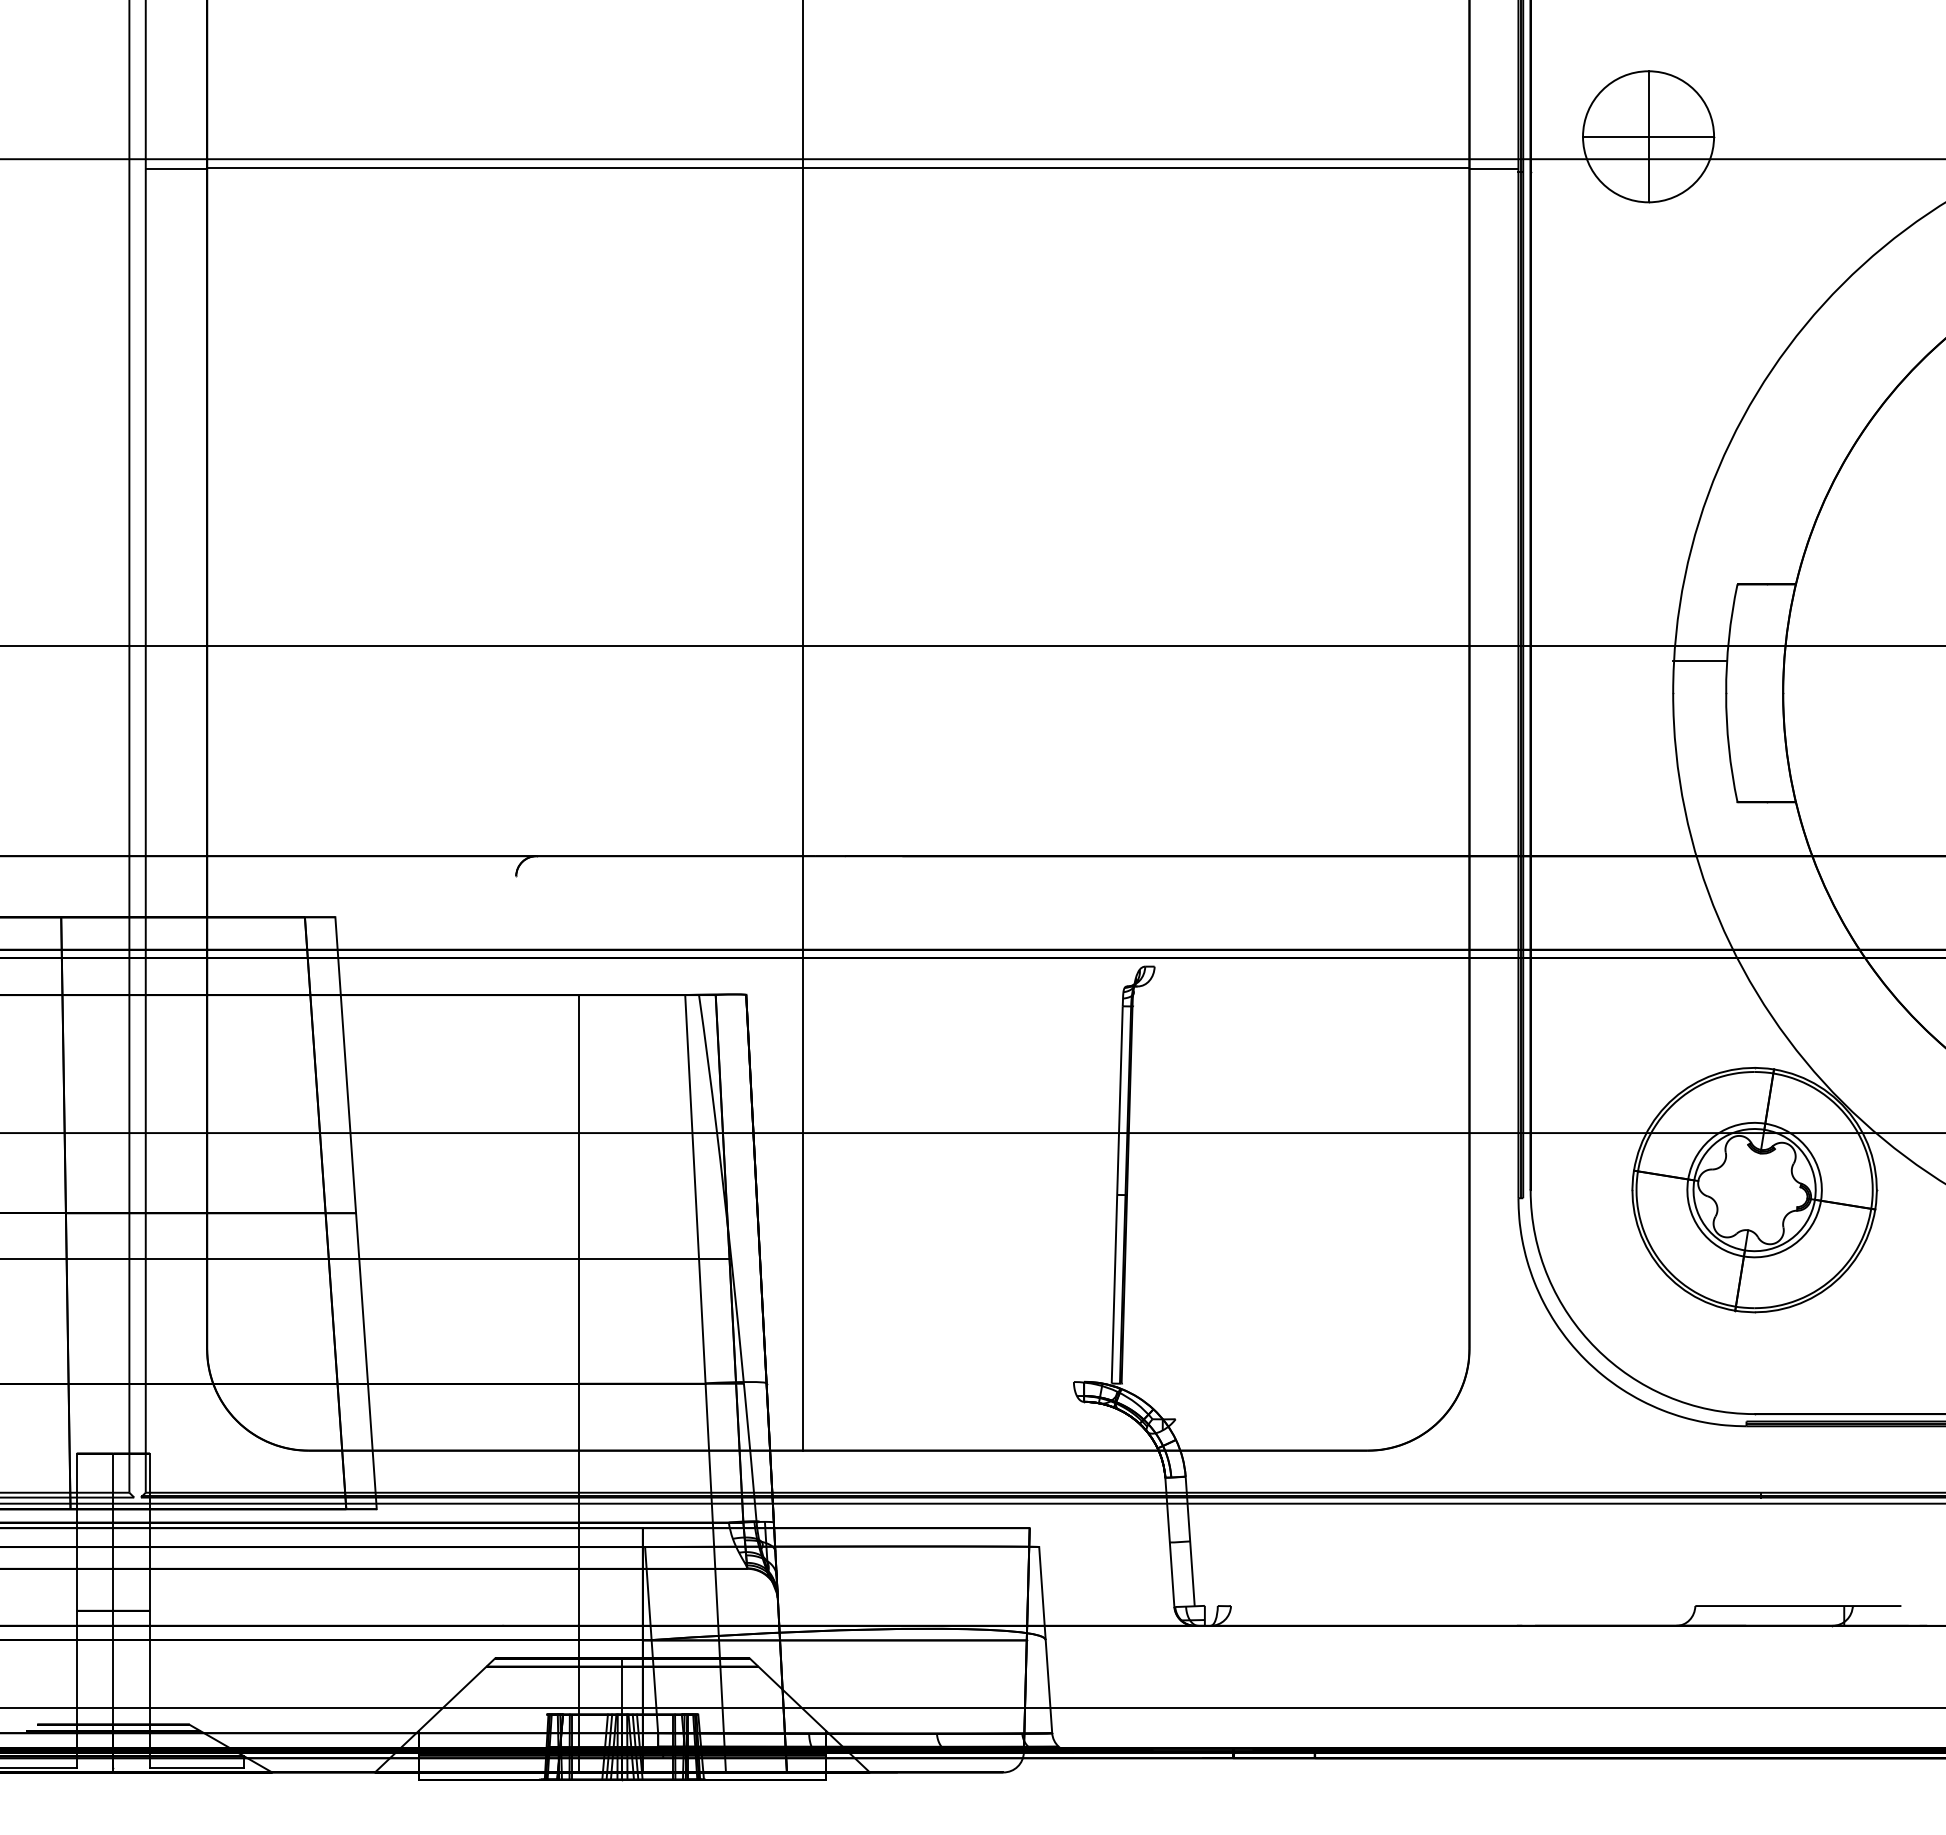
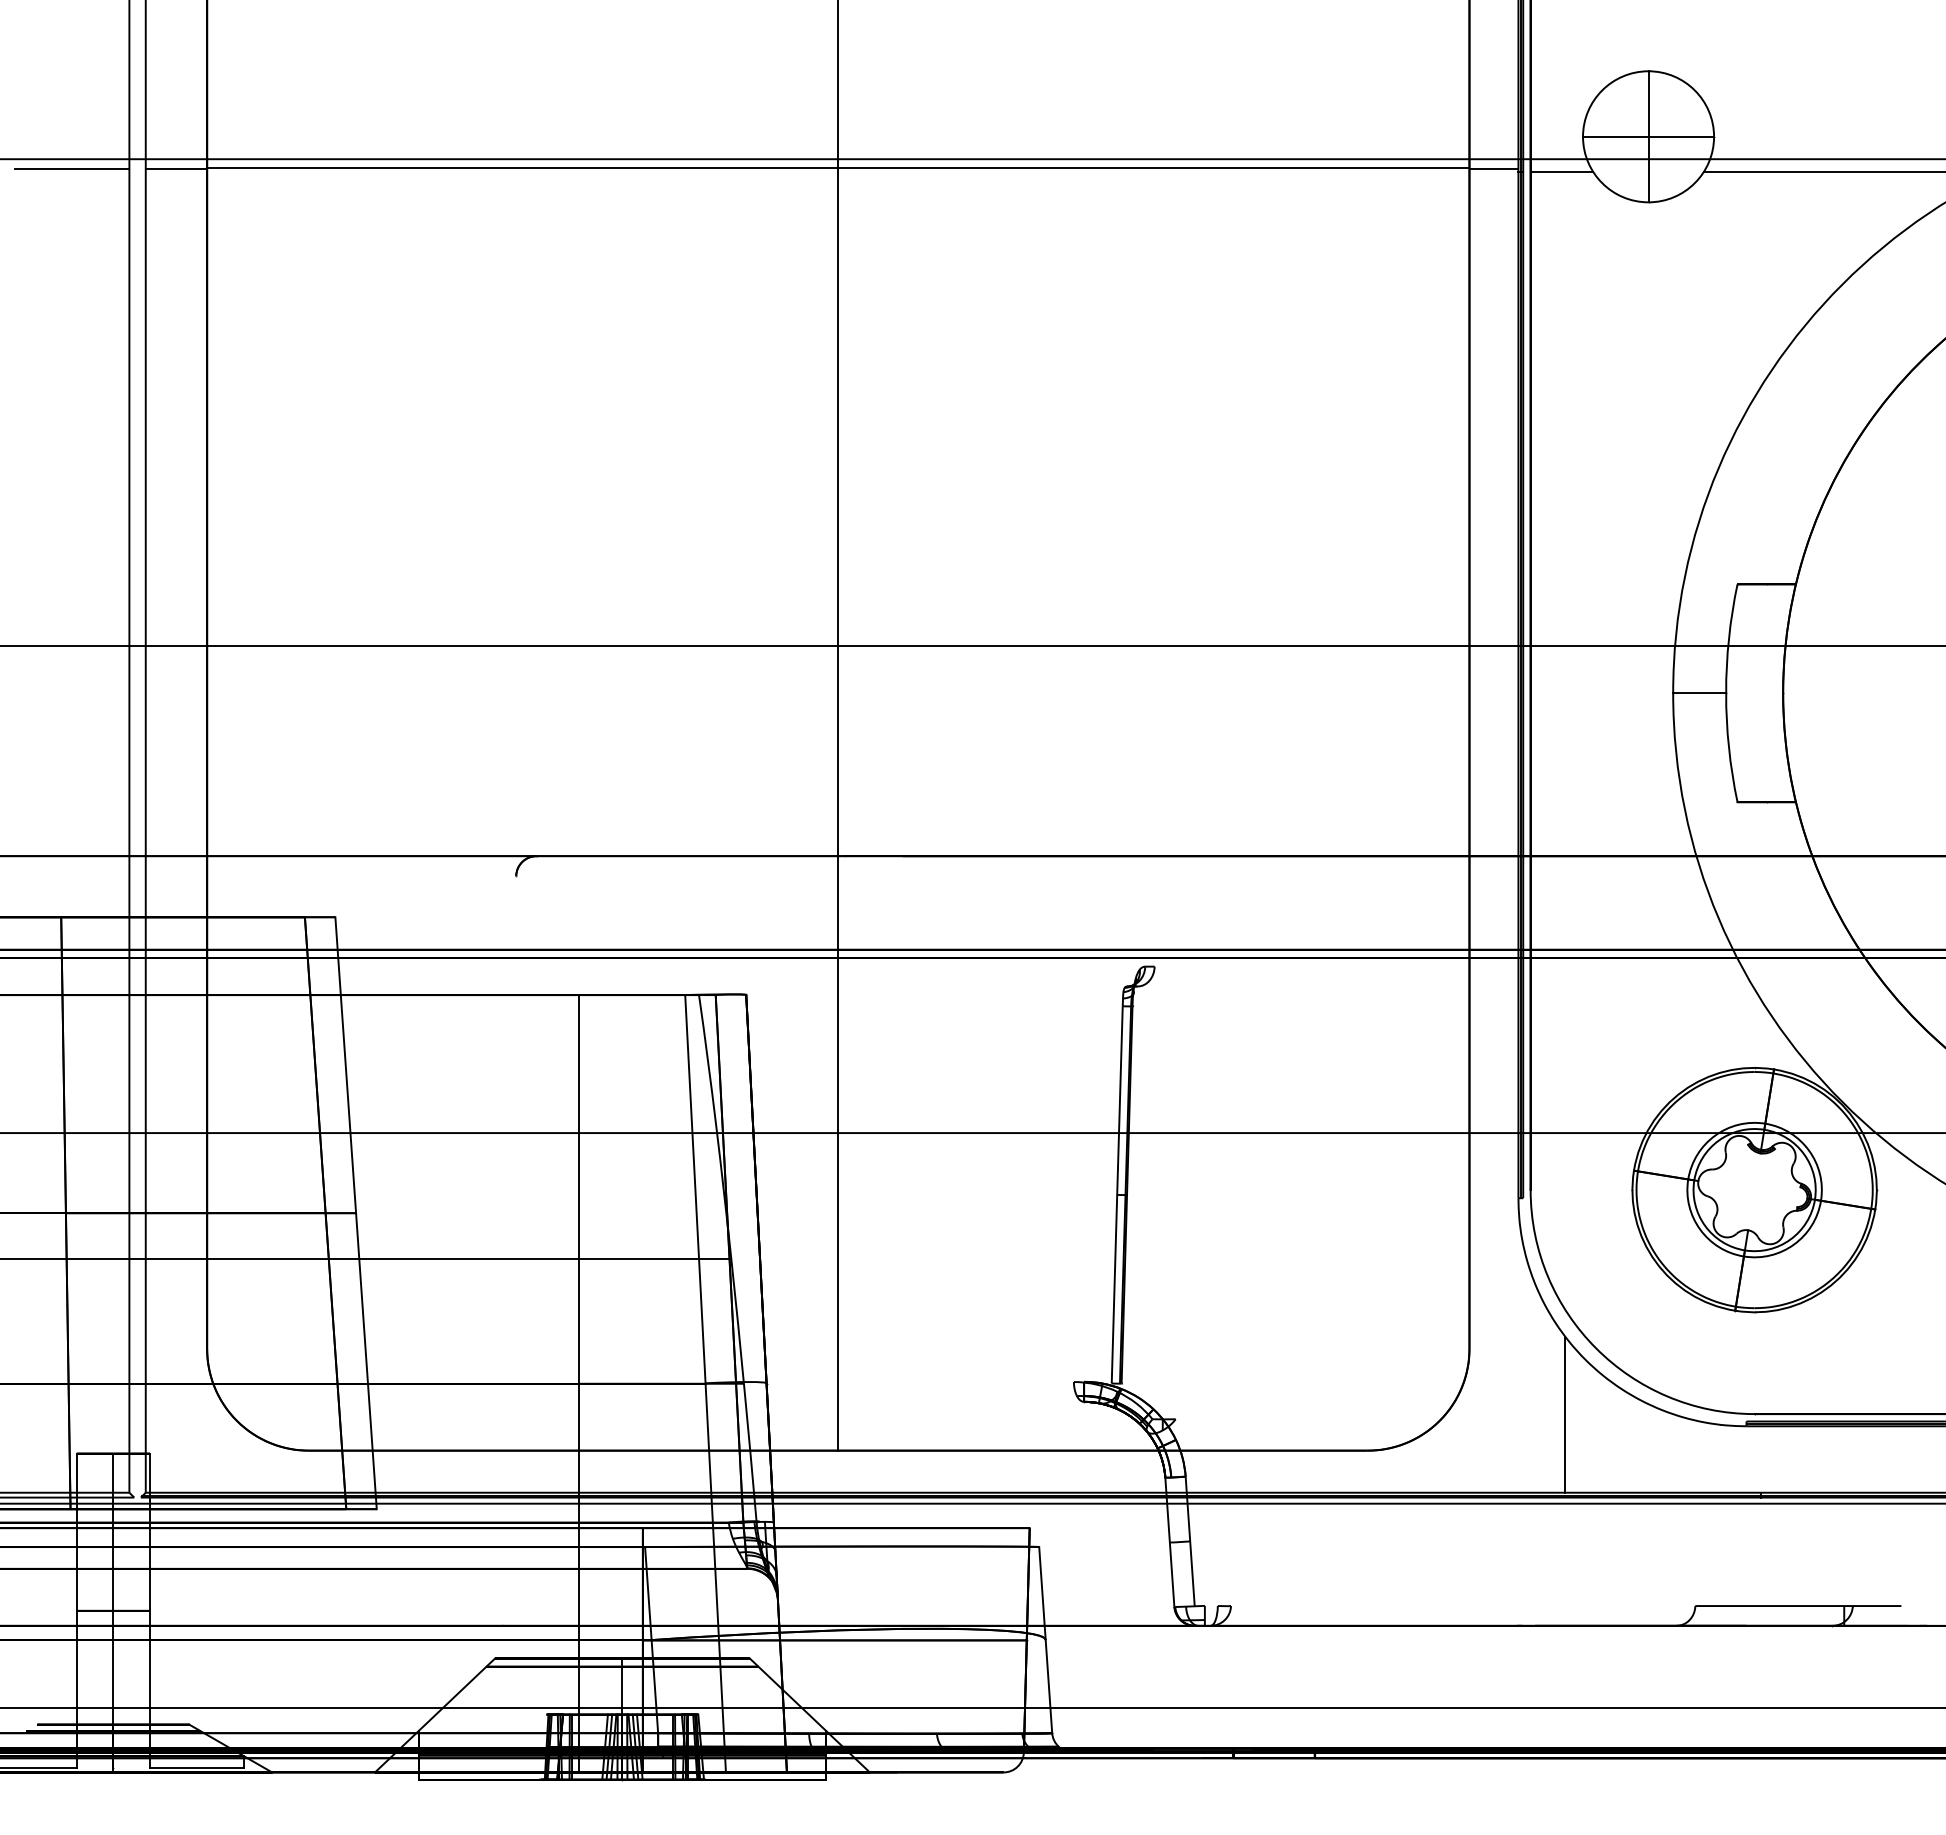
line at (71, 168): none -> present
line at (1561, 171): none -> present
line at (1822, 171): none -> present
line at (1699, 661) position: (1699, 661) -> (1699, 693)
line at (803, 726) position: (803, 726) -> (838, 726)
line at (1565, 1414): none -> present
